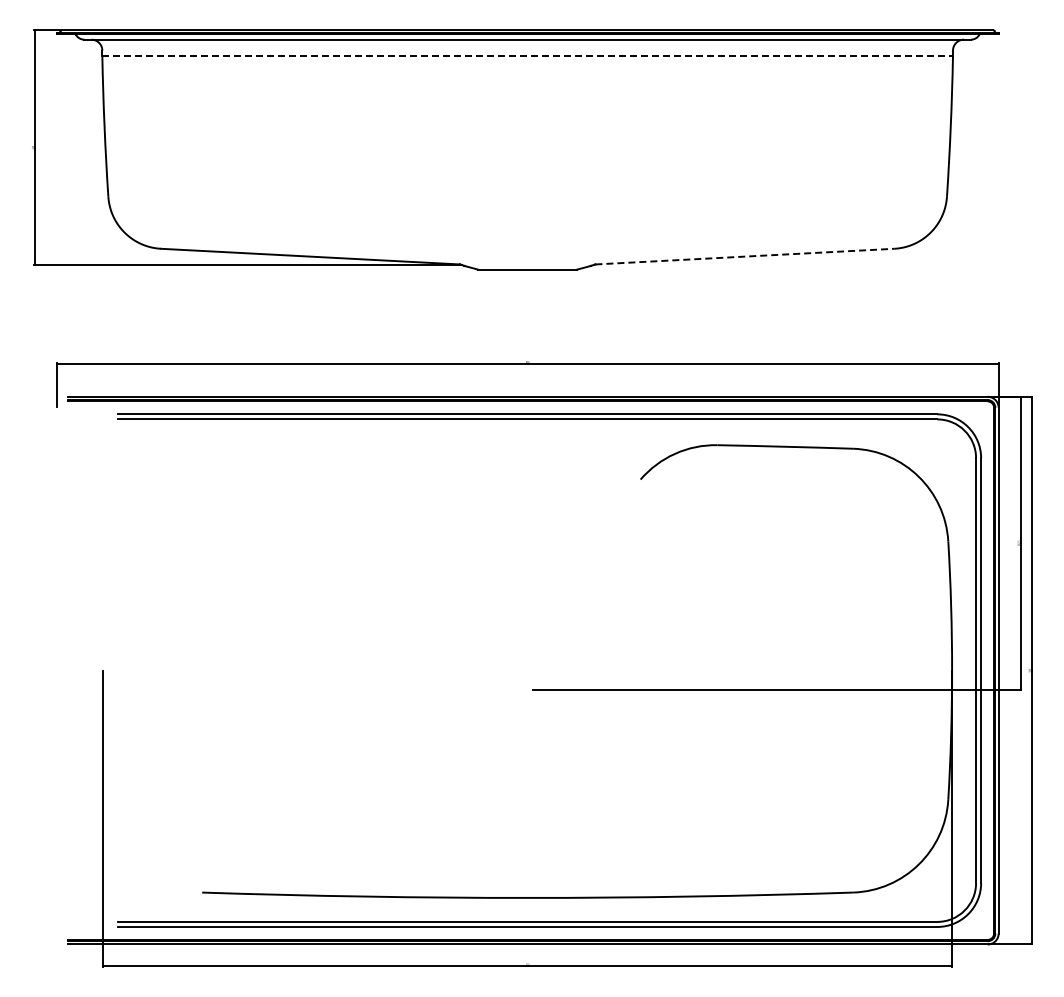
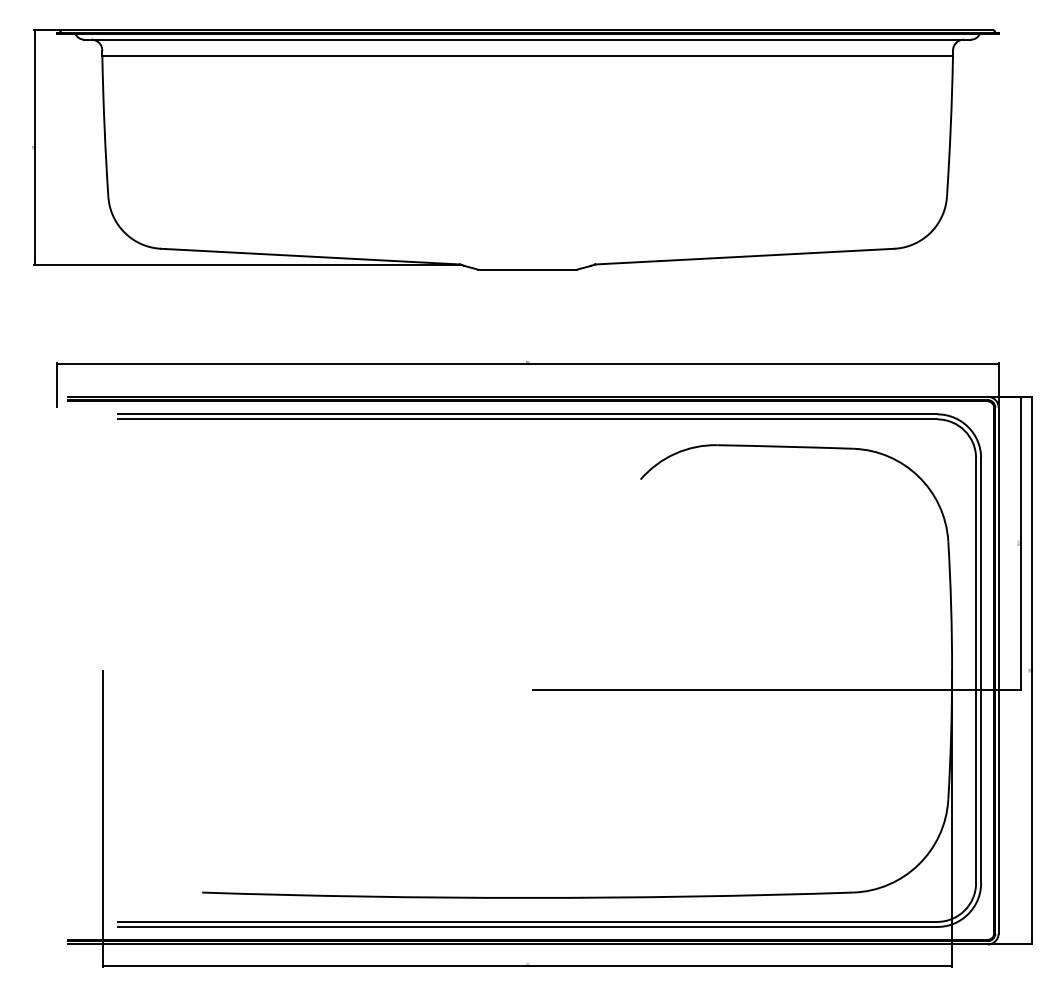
line at (528, 56): dashed -> solid
line at (744, 256): dashed -> solid
